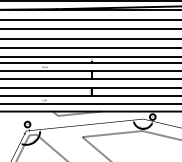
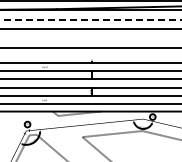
line at (90, 19): solid -> dashed
line at (90, 38): present -> none
line at (90, 57): present -> none
